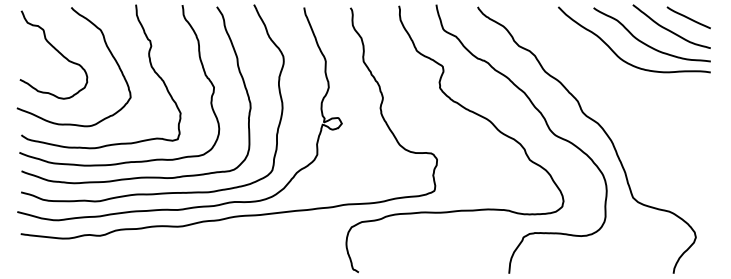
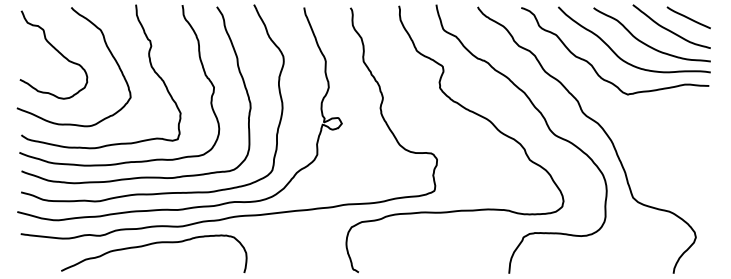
curve at (594, 67): none -> present
curve at (154, 244): none -> present
